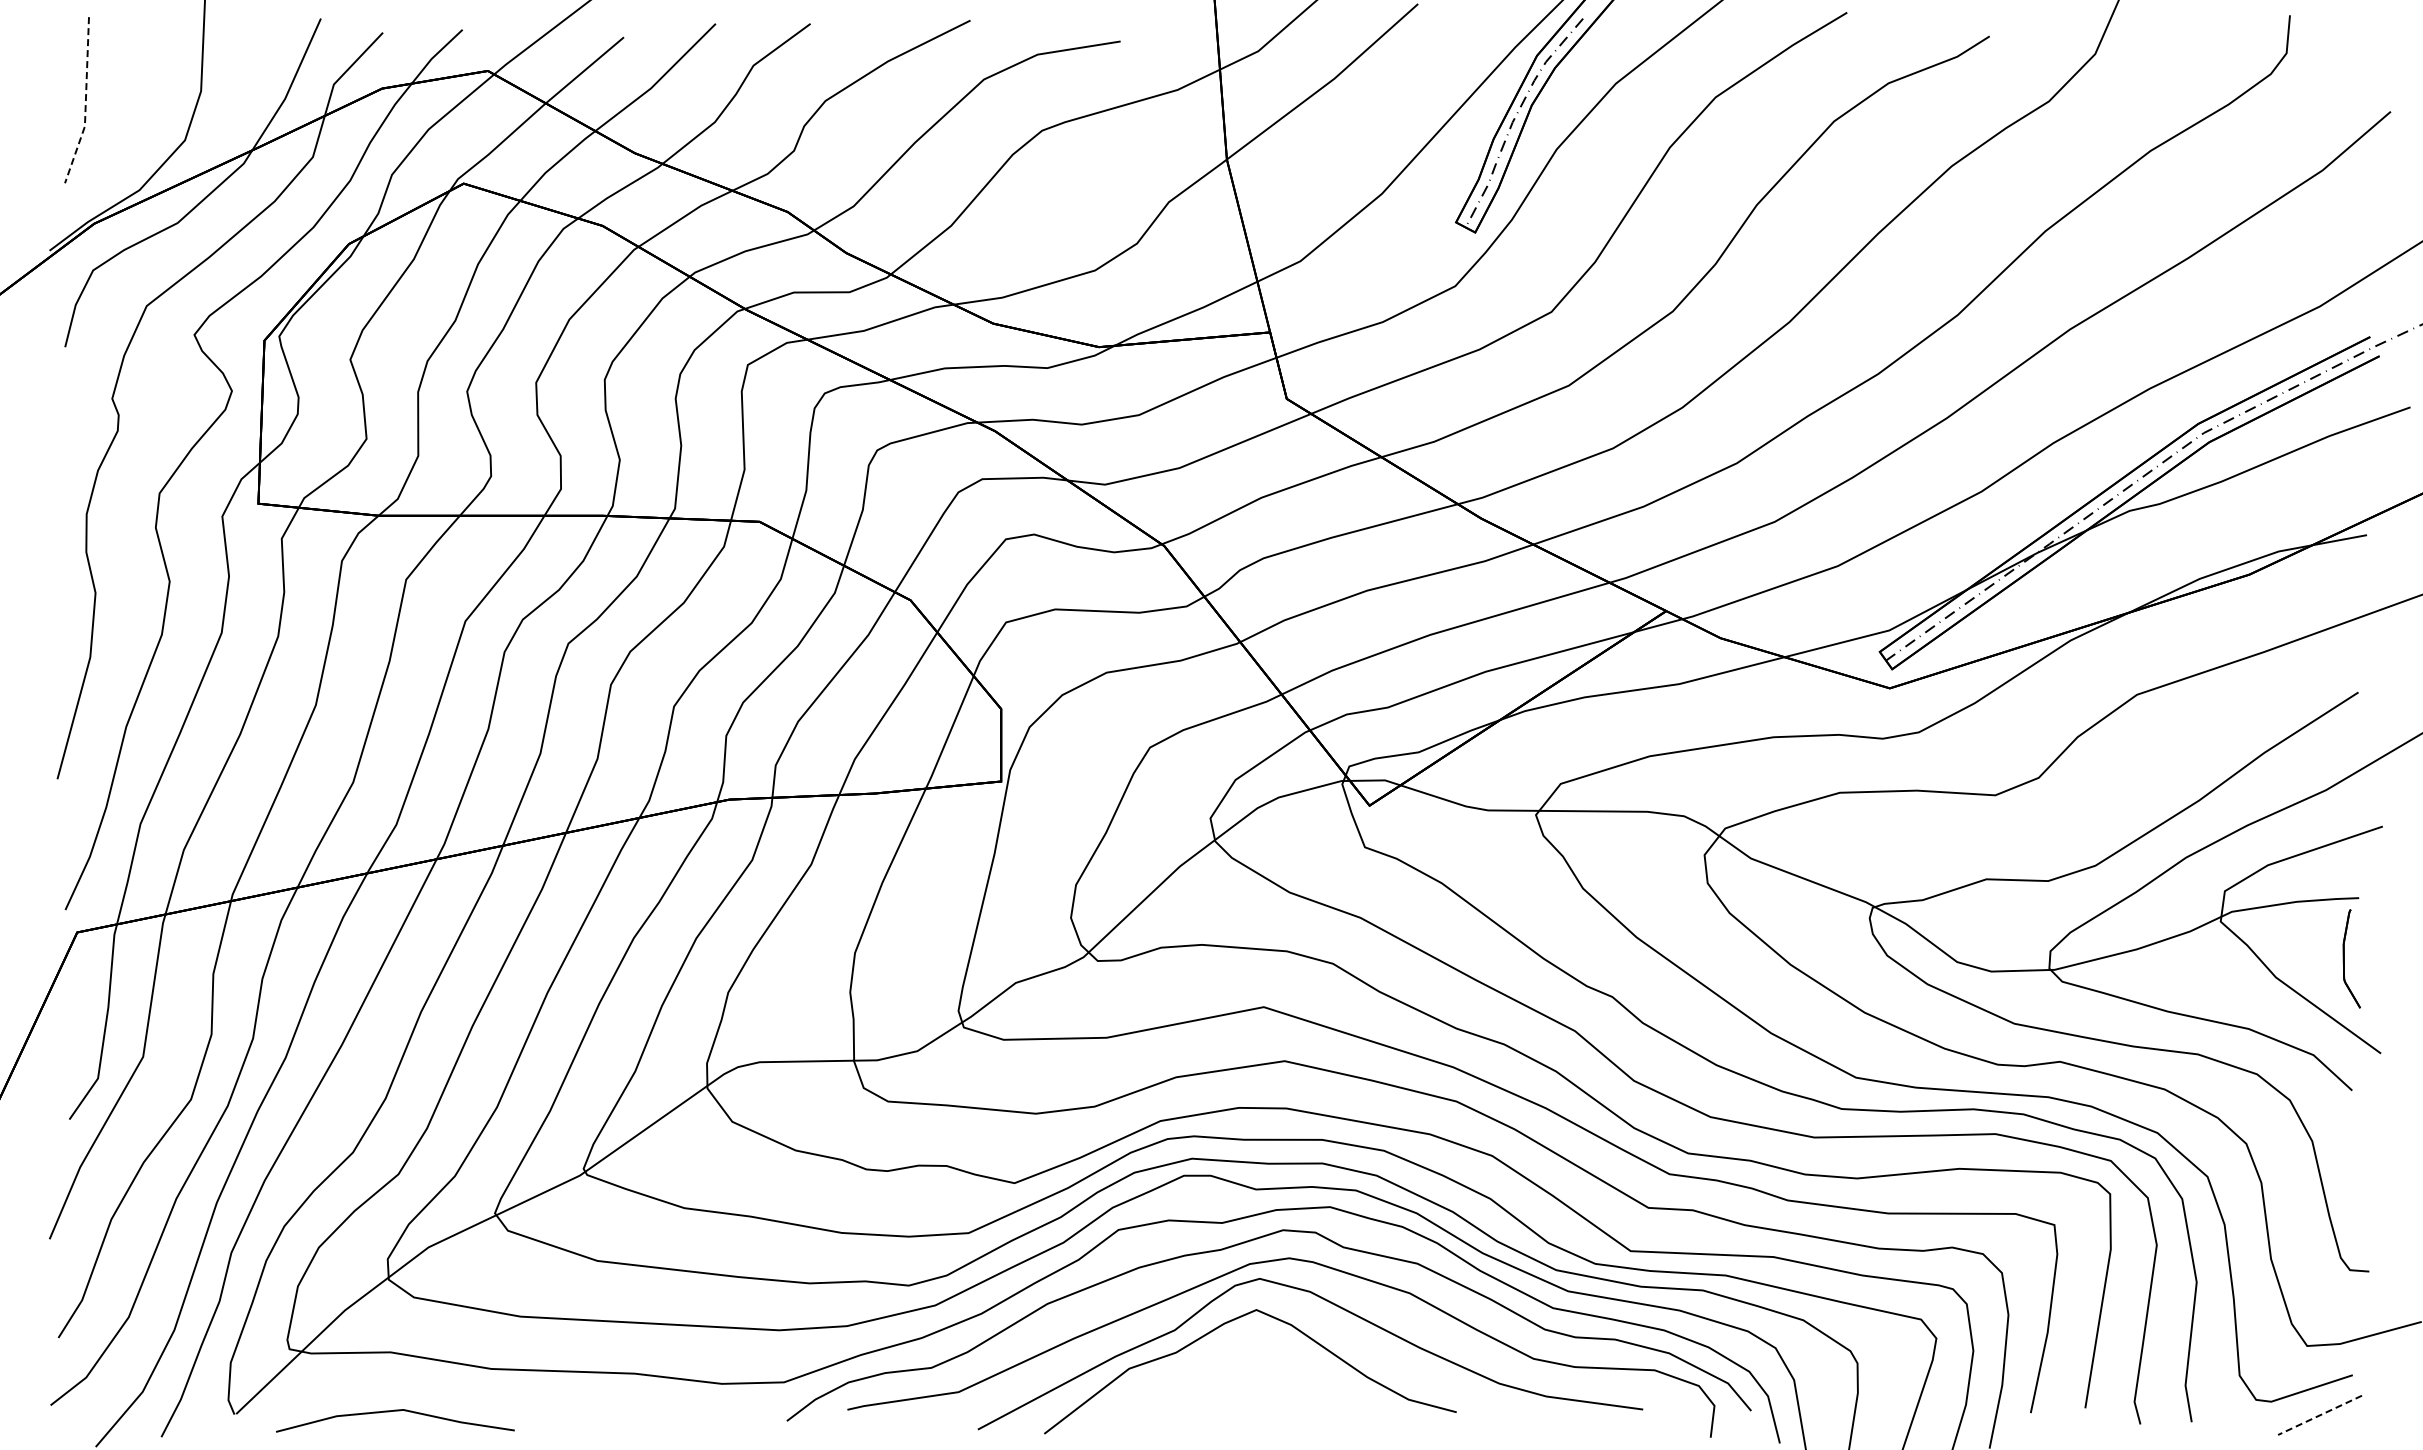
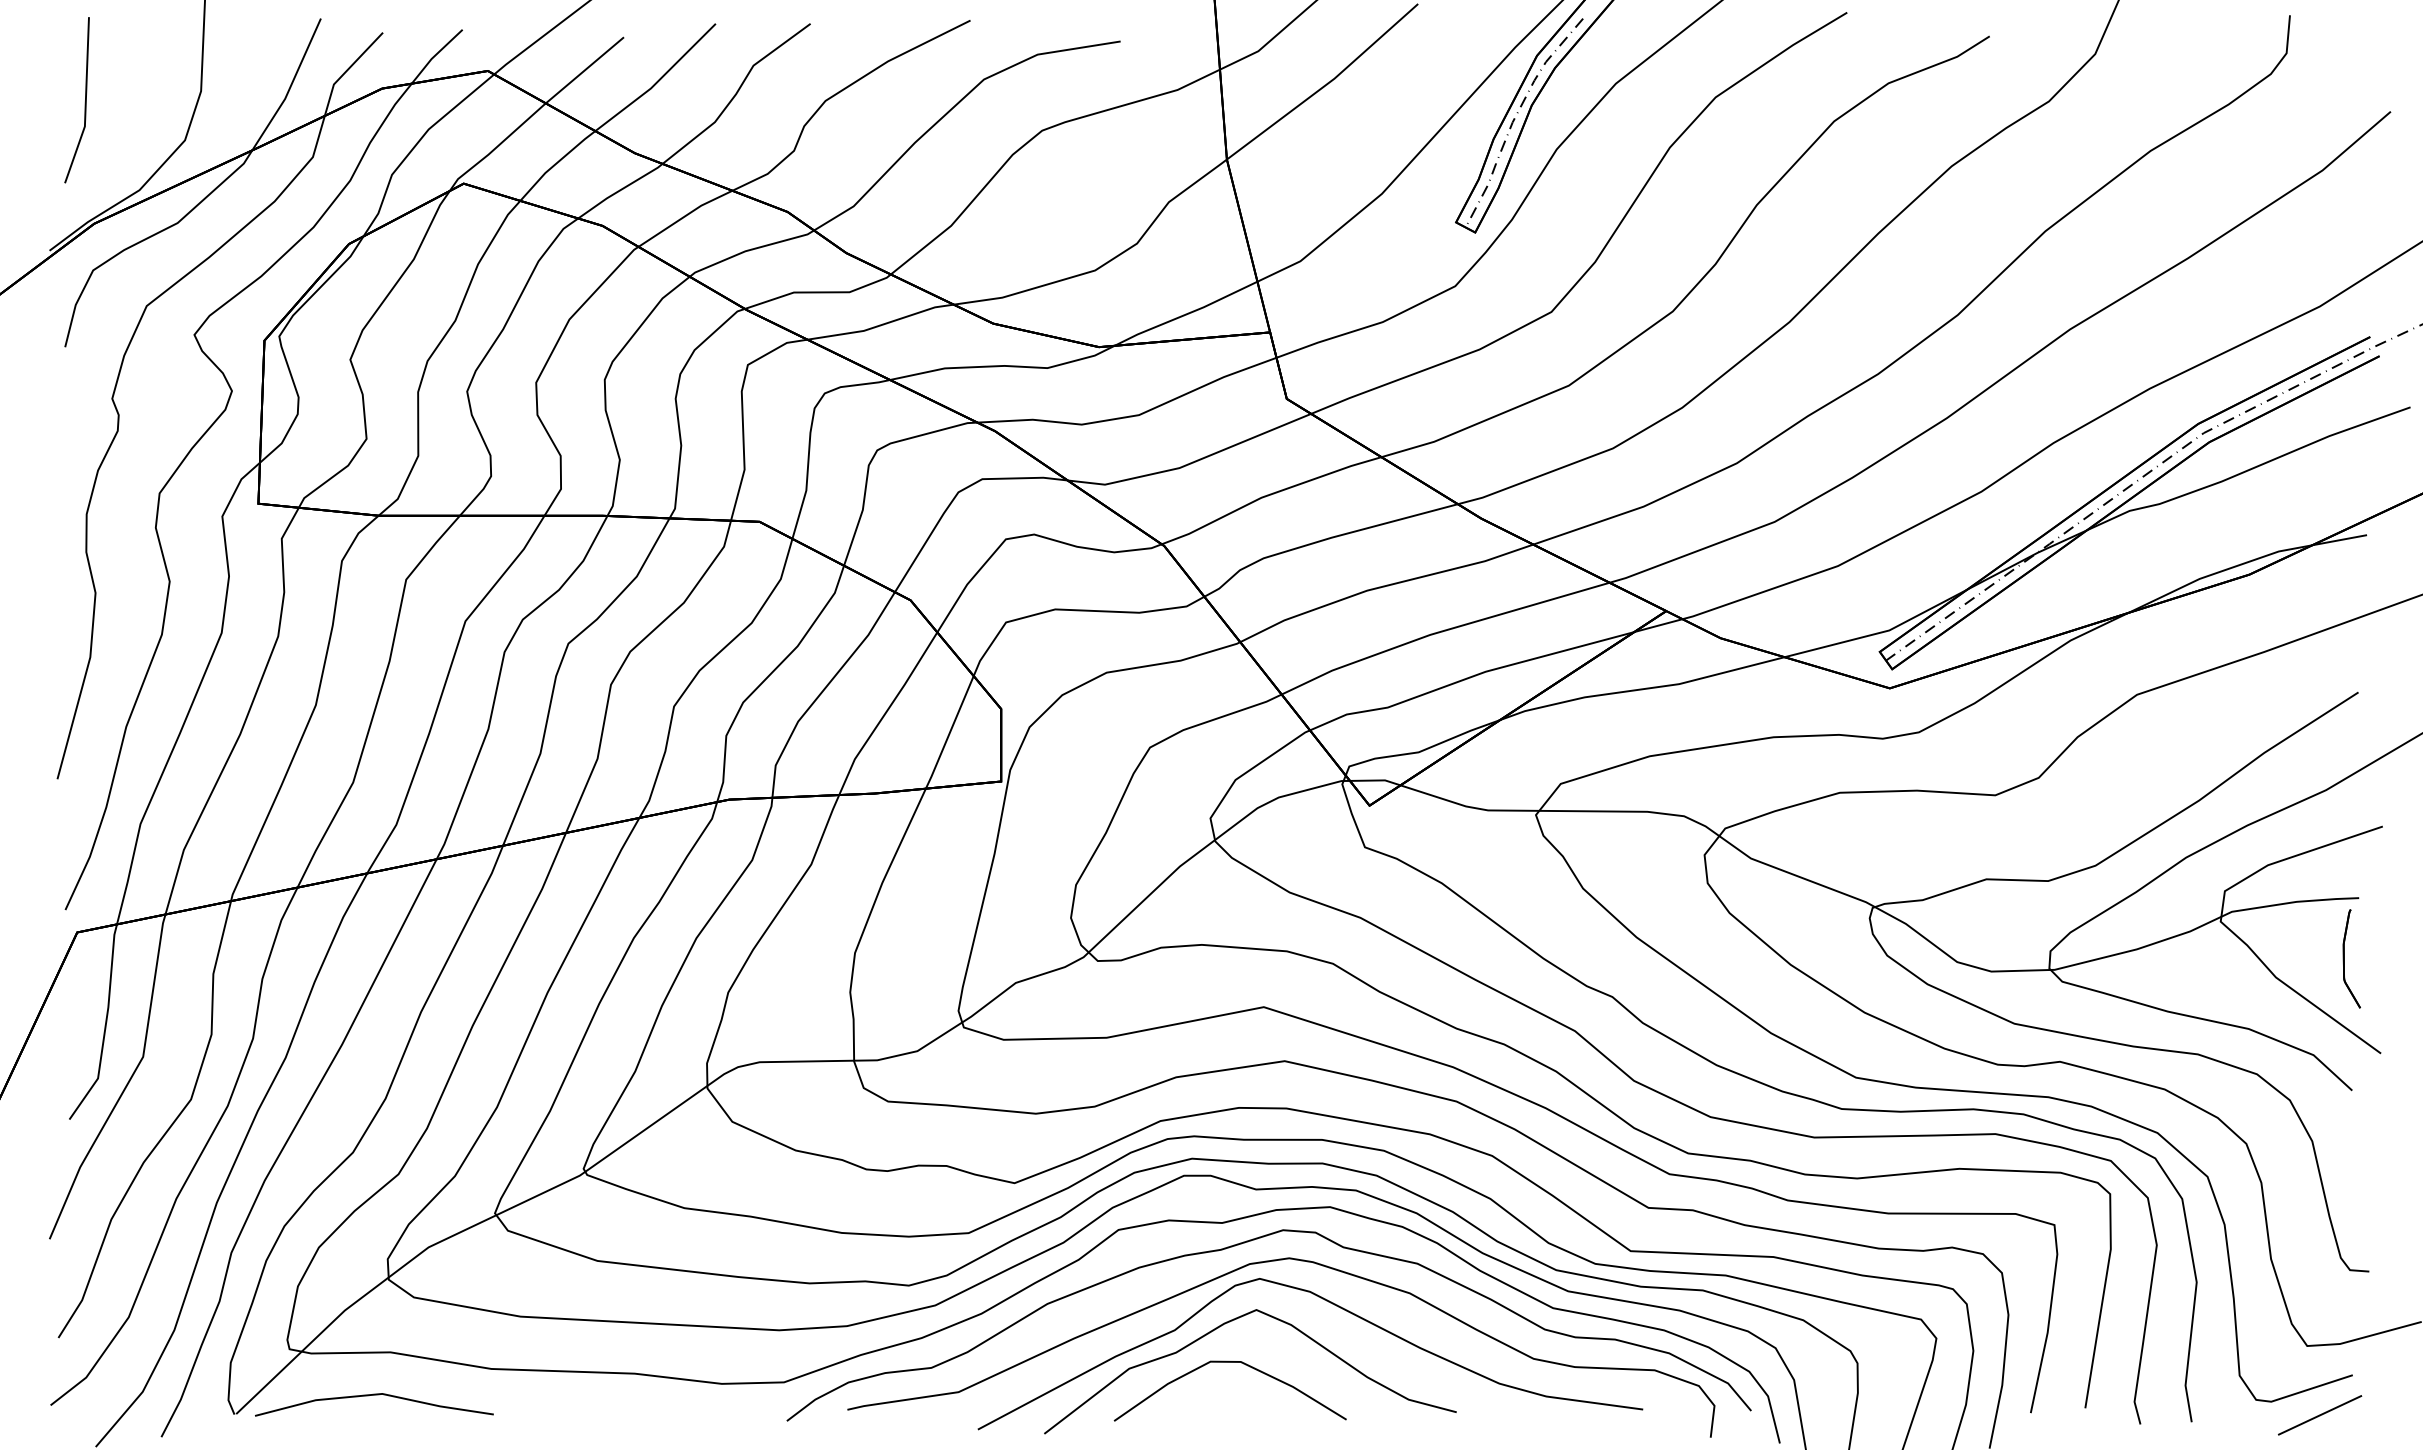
line at (85, 102): dashed -> solid
curve at (1229, 1362): none -> present
line at (395, 1411) position: (395, 1411) -> (374, 1395)
line at (2319, 1415): dashed -> solid
